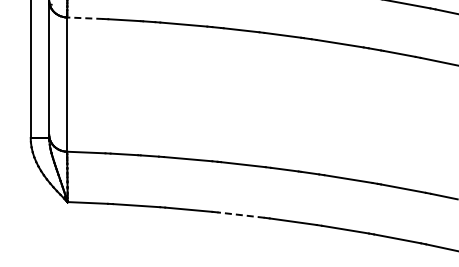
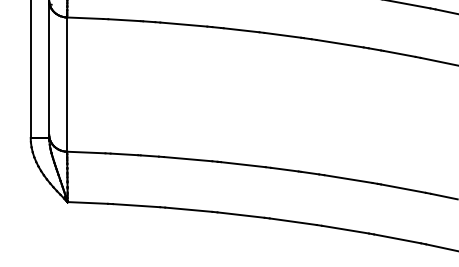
line at (84, 18): dashed -> solid
line at (241, 215): dashed -> solid
